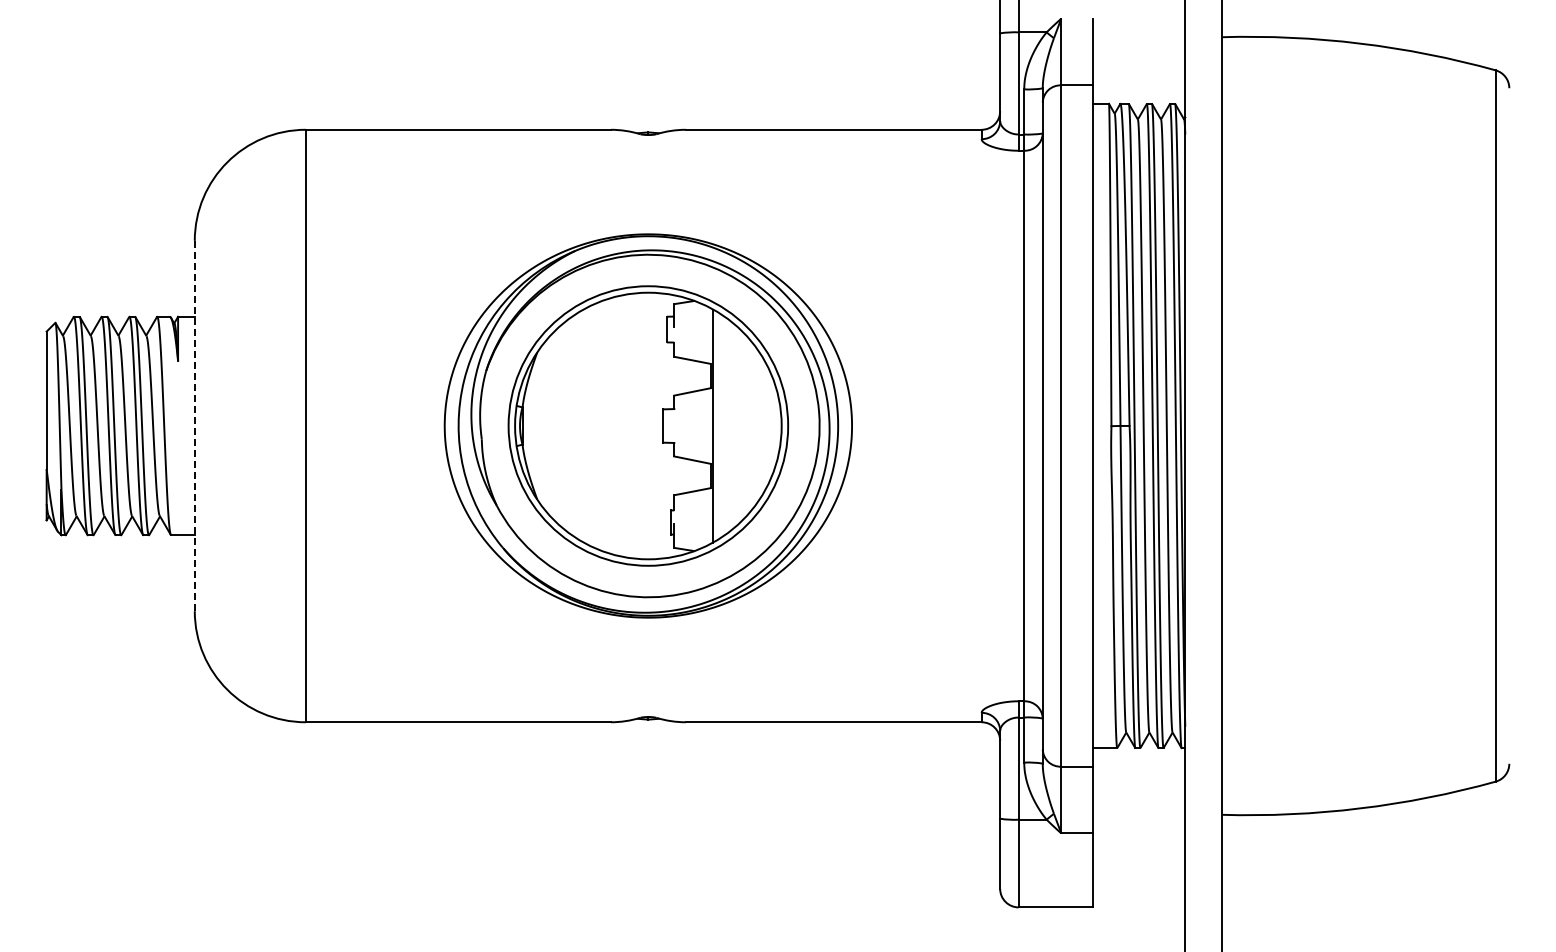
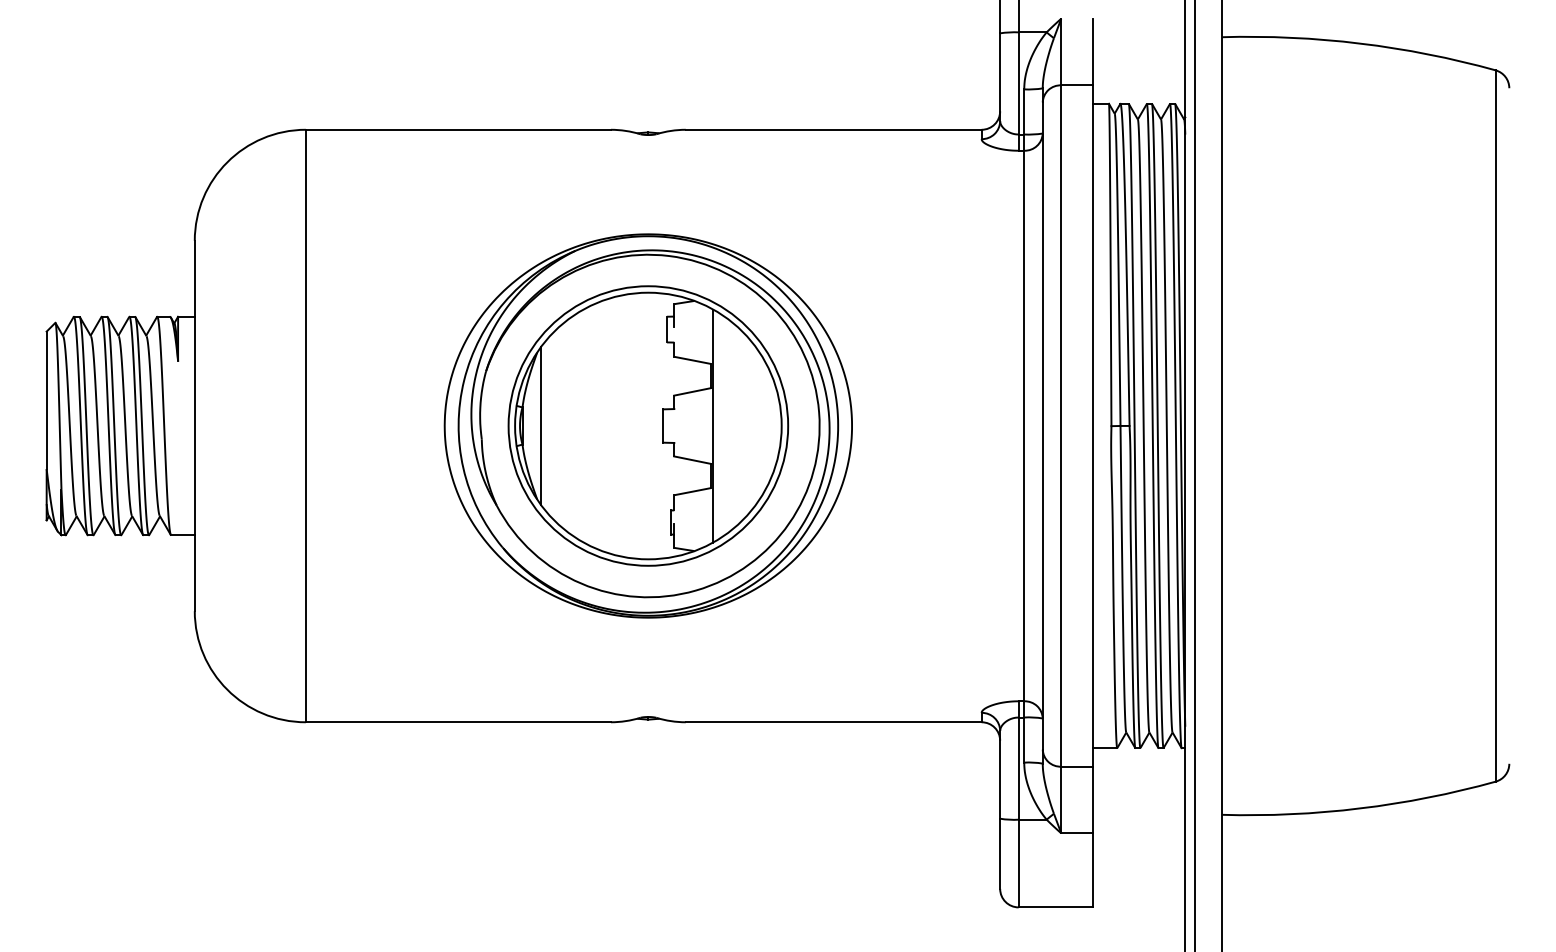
line at (194, 425): dashed -> solid
line at (541, 426): none -> present
line at (1194, 475): none -> present
